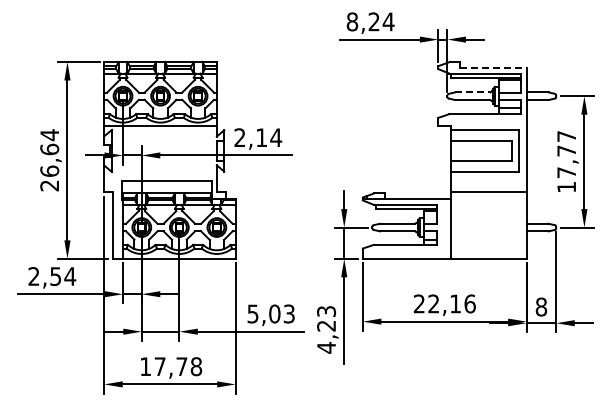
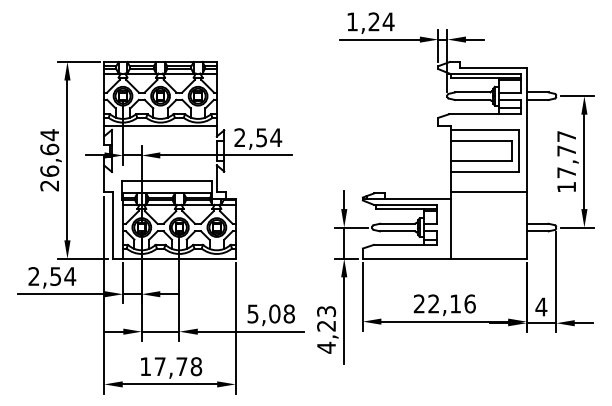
text at (352, 21): 8,24 -> 1,24
line at (494, 67): dashed -> solid
line at (473, 92): dashed -> solid
text at (261, 137): 2,14 -> 2,54
text at (541, 306): 8 -> 4
text at (288, 313): 5,03 -> 5,08
